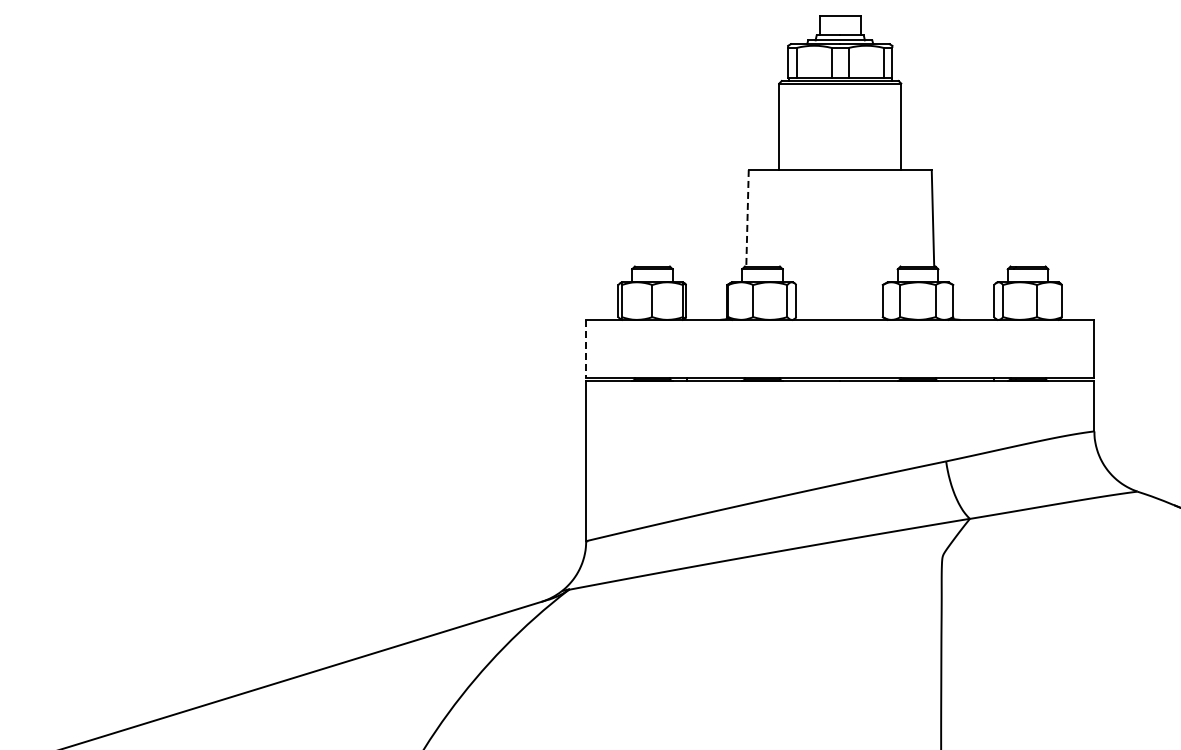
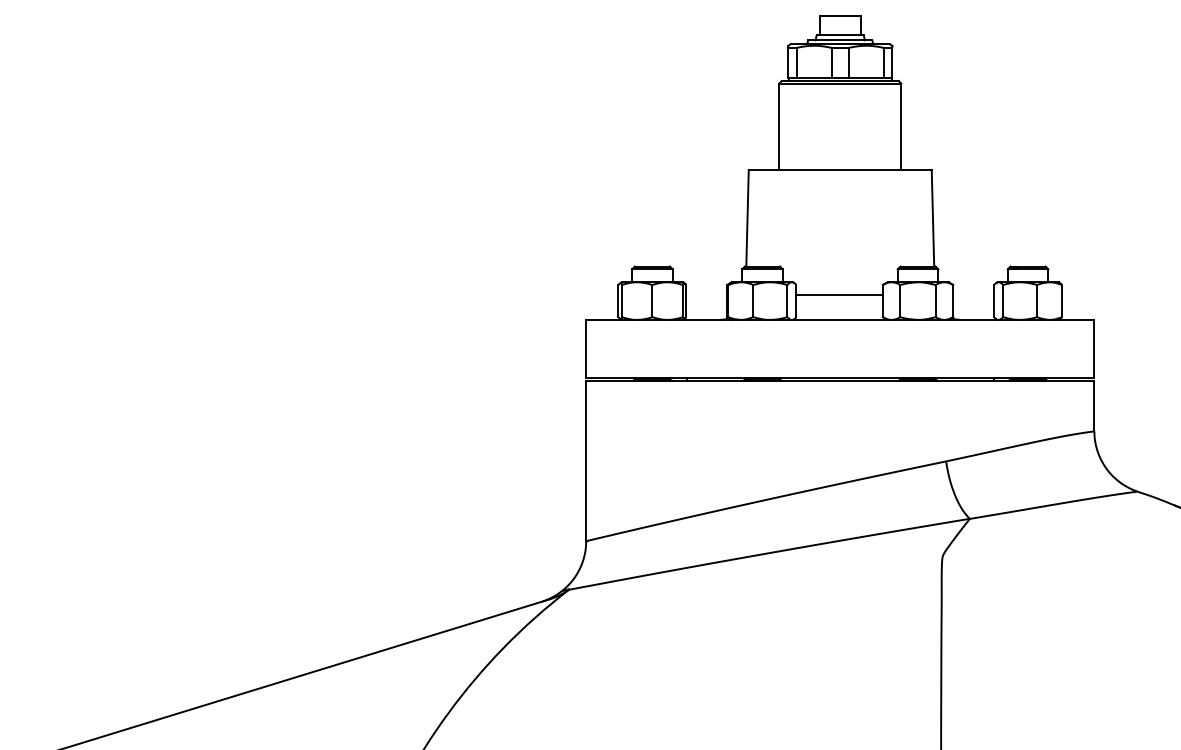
line at (747, 218): dashed -> solid
line at (839, 295): none -> present
line at (586, 349): dashed -> solid
